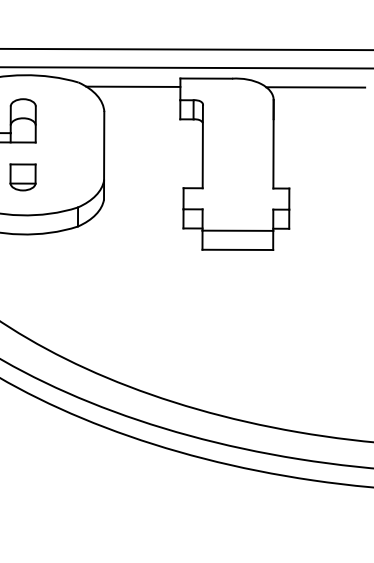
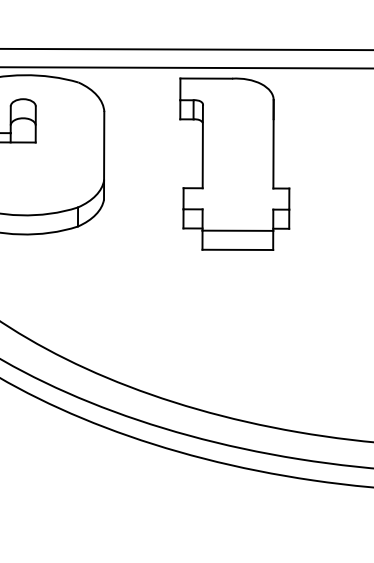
line at (133, 86): present -> none
line at (315, 87): present -> none
part at (22, 177): present -> none
